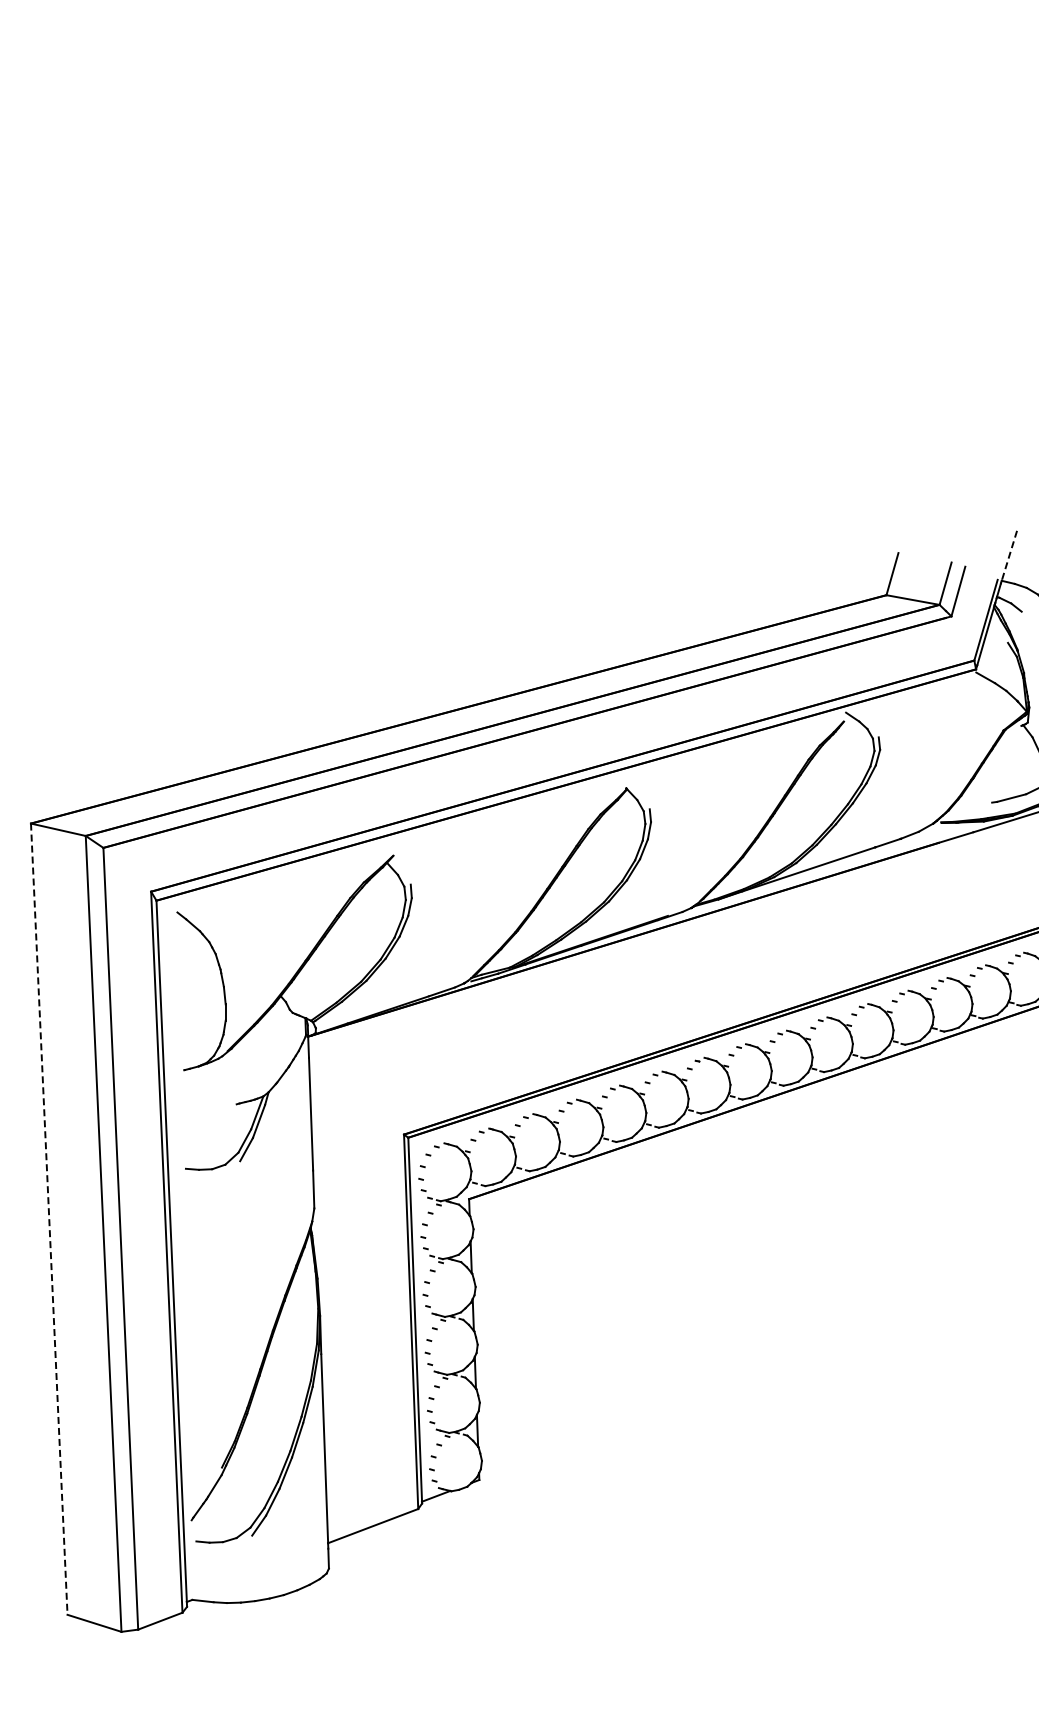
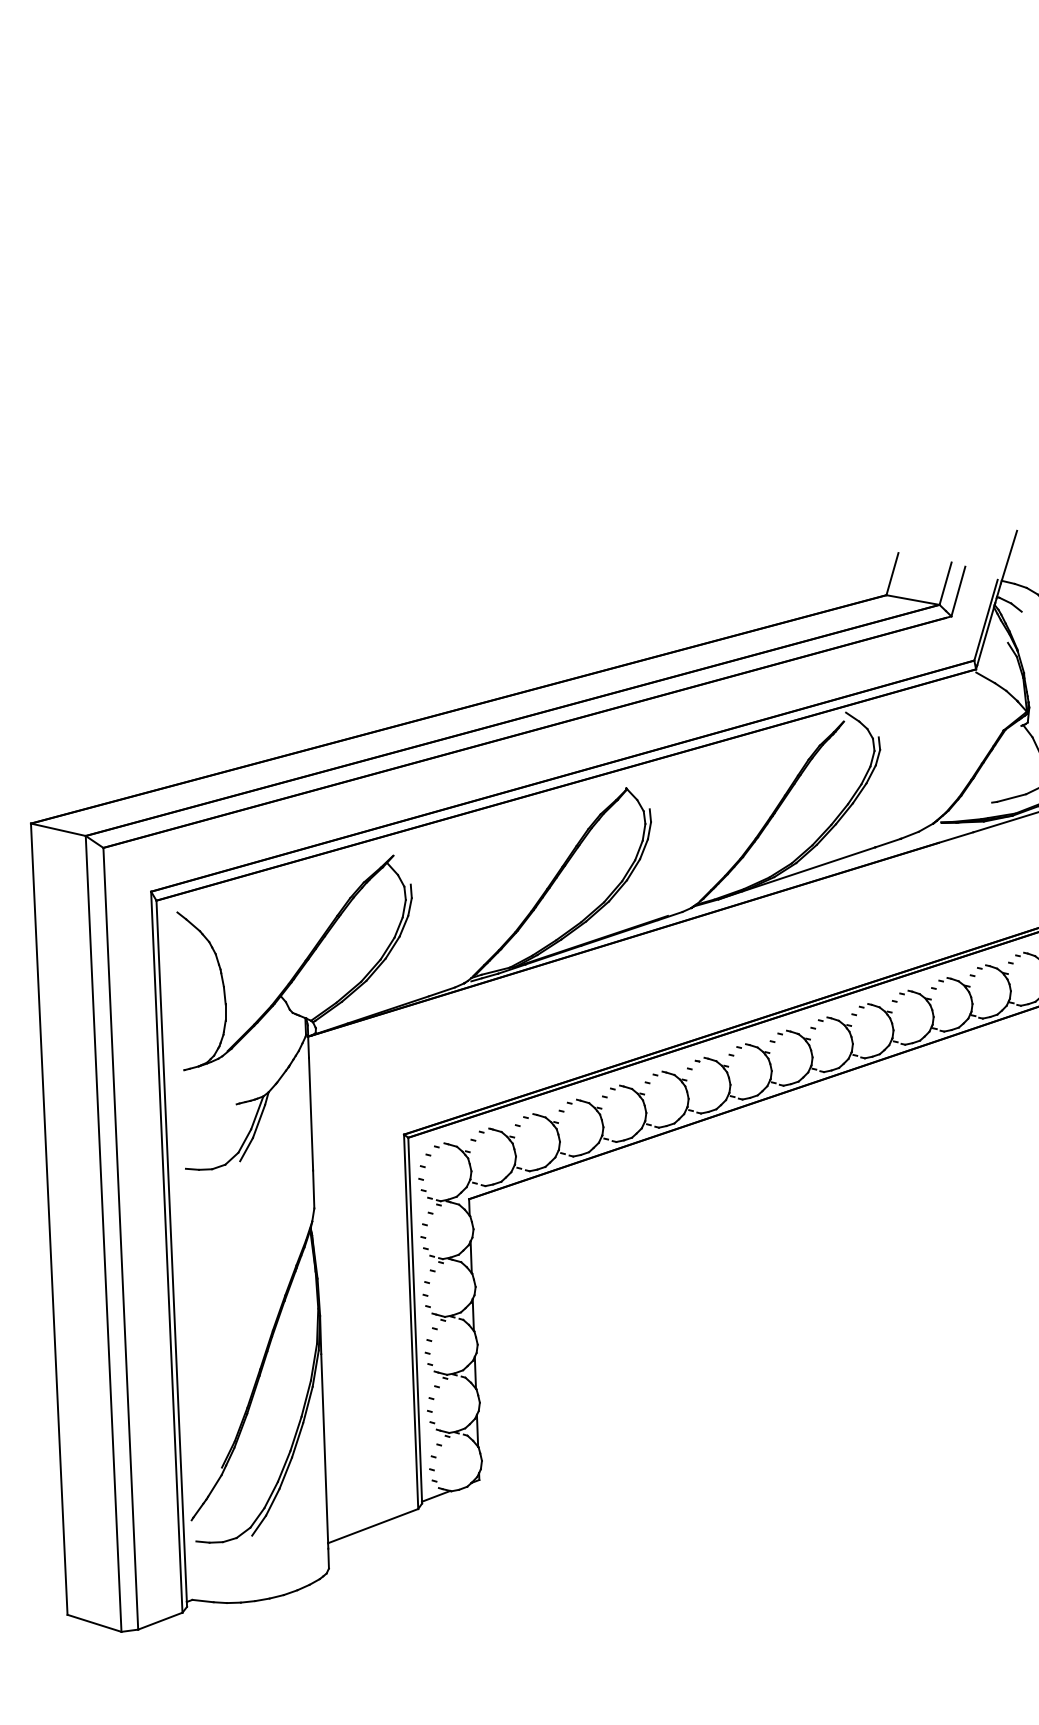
line at (1009, 556): dashed -> solid
line at (49, 1219): dashed -> solid
